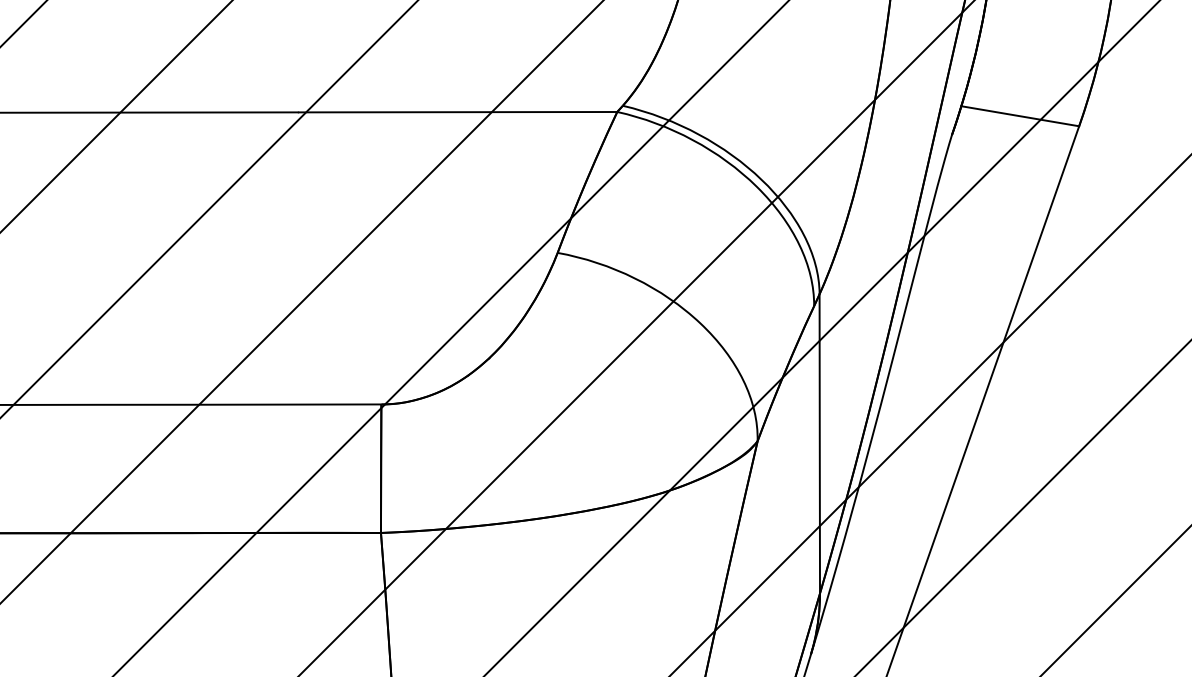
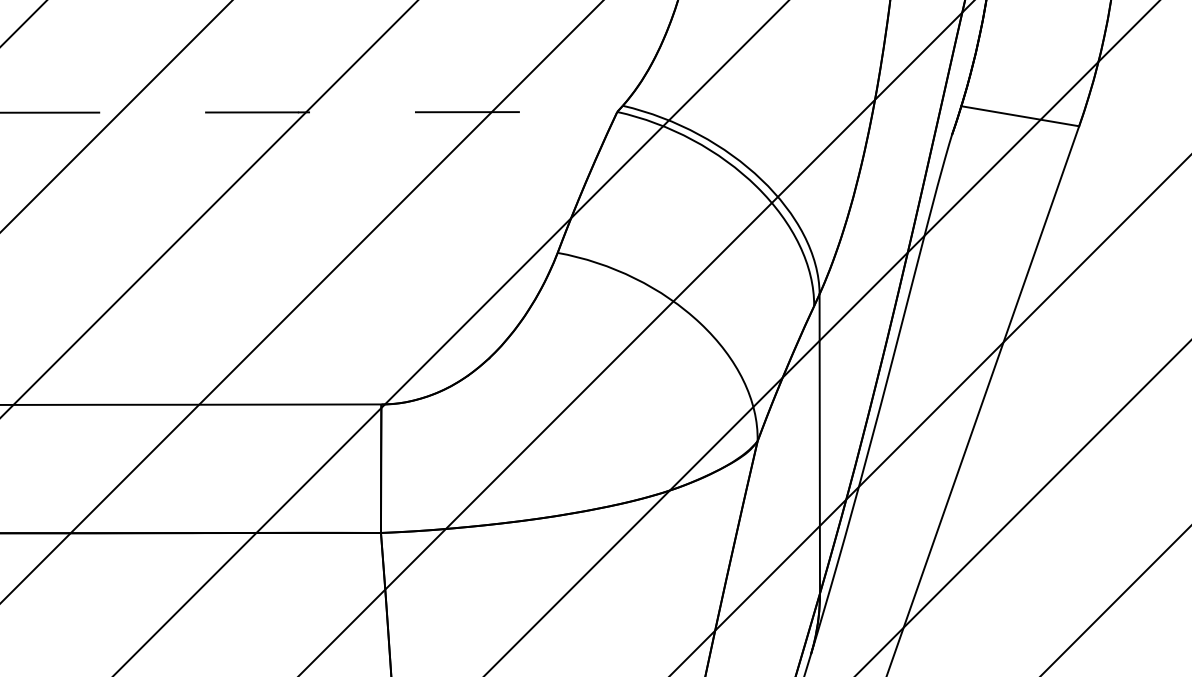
line at (309, 112): solid -> dashed
